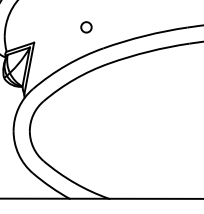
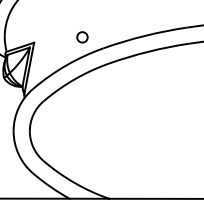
circle at (86, 27) position: (86, 27) -> (82, 37)
